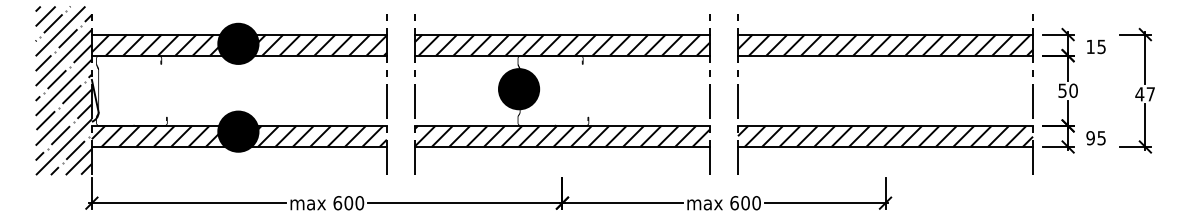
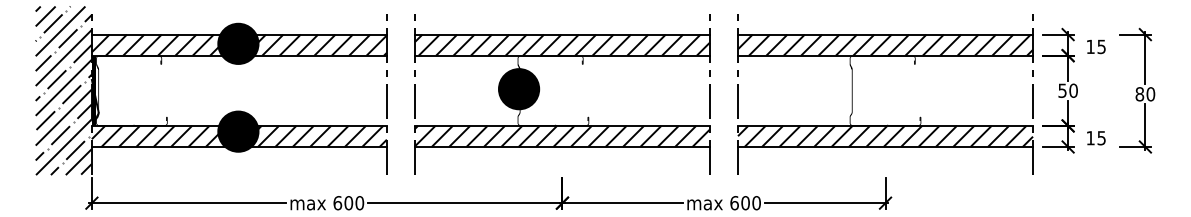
fill at (93, 90): none -> present
fill at (885, 90): none -> present
text at (1145, 94): 47 -> 80
text at (1090, 138): 95 -> 15
